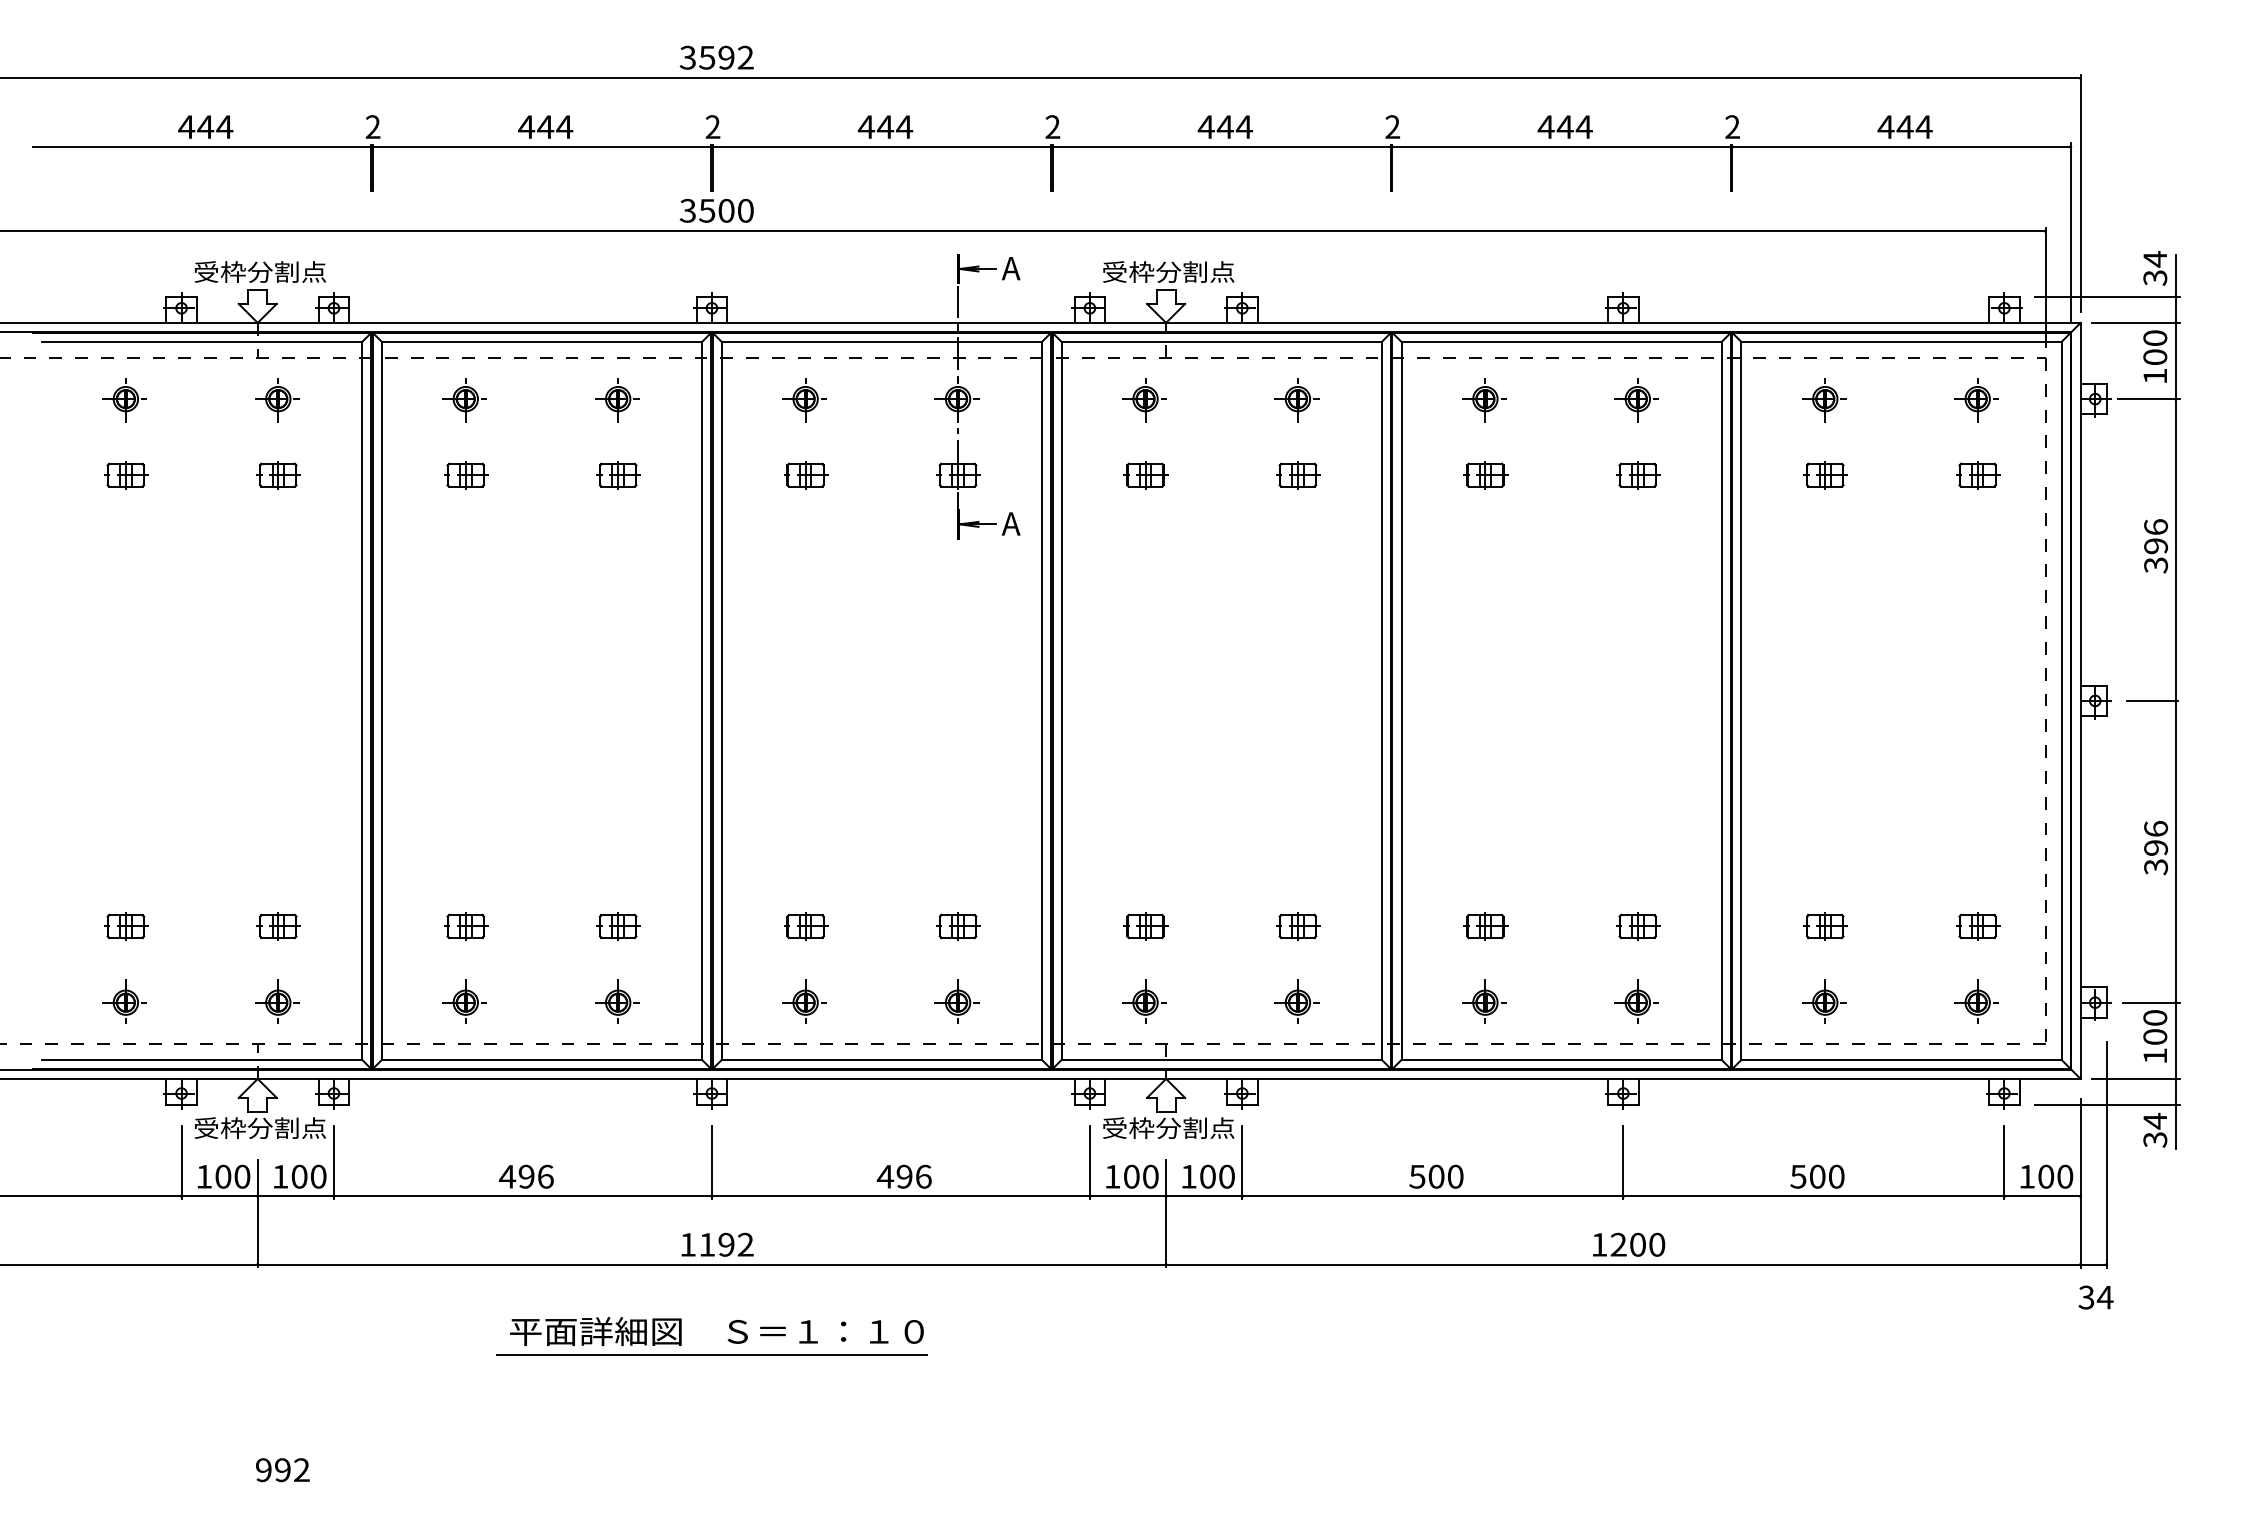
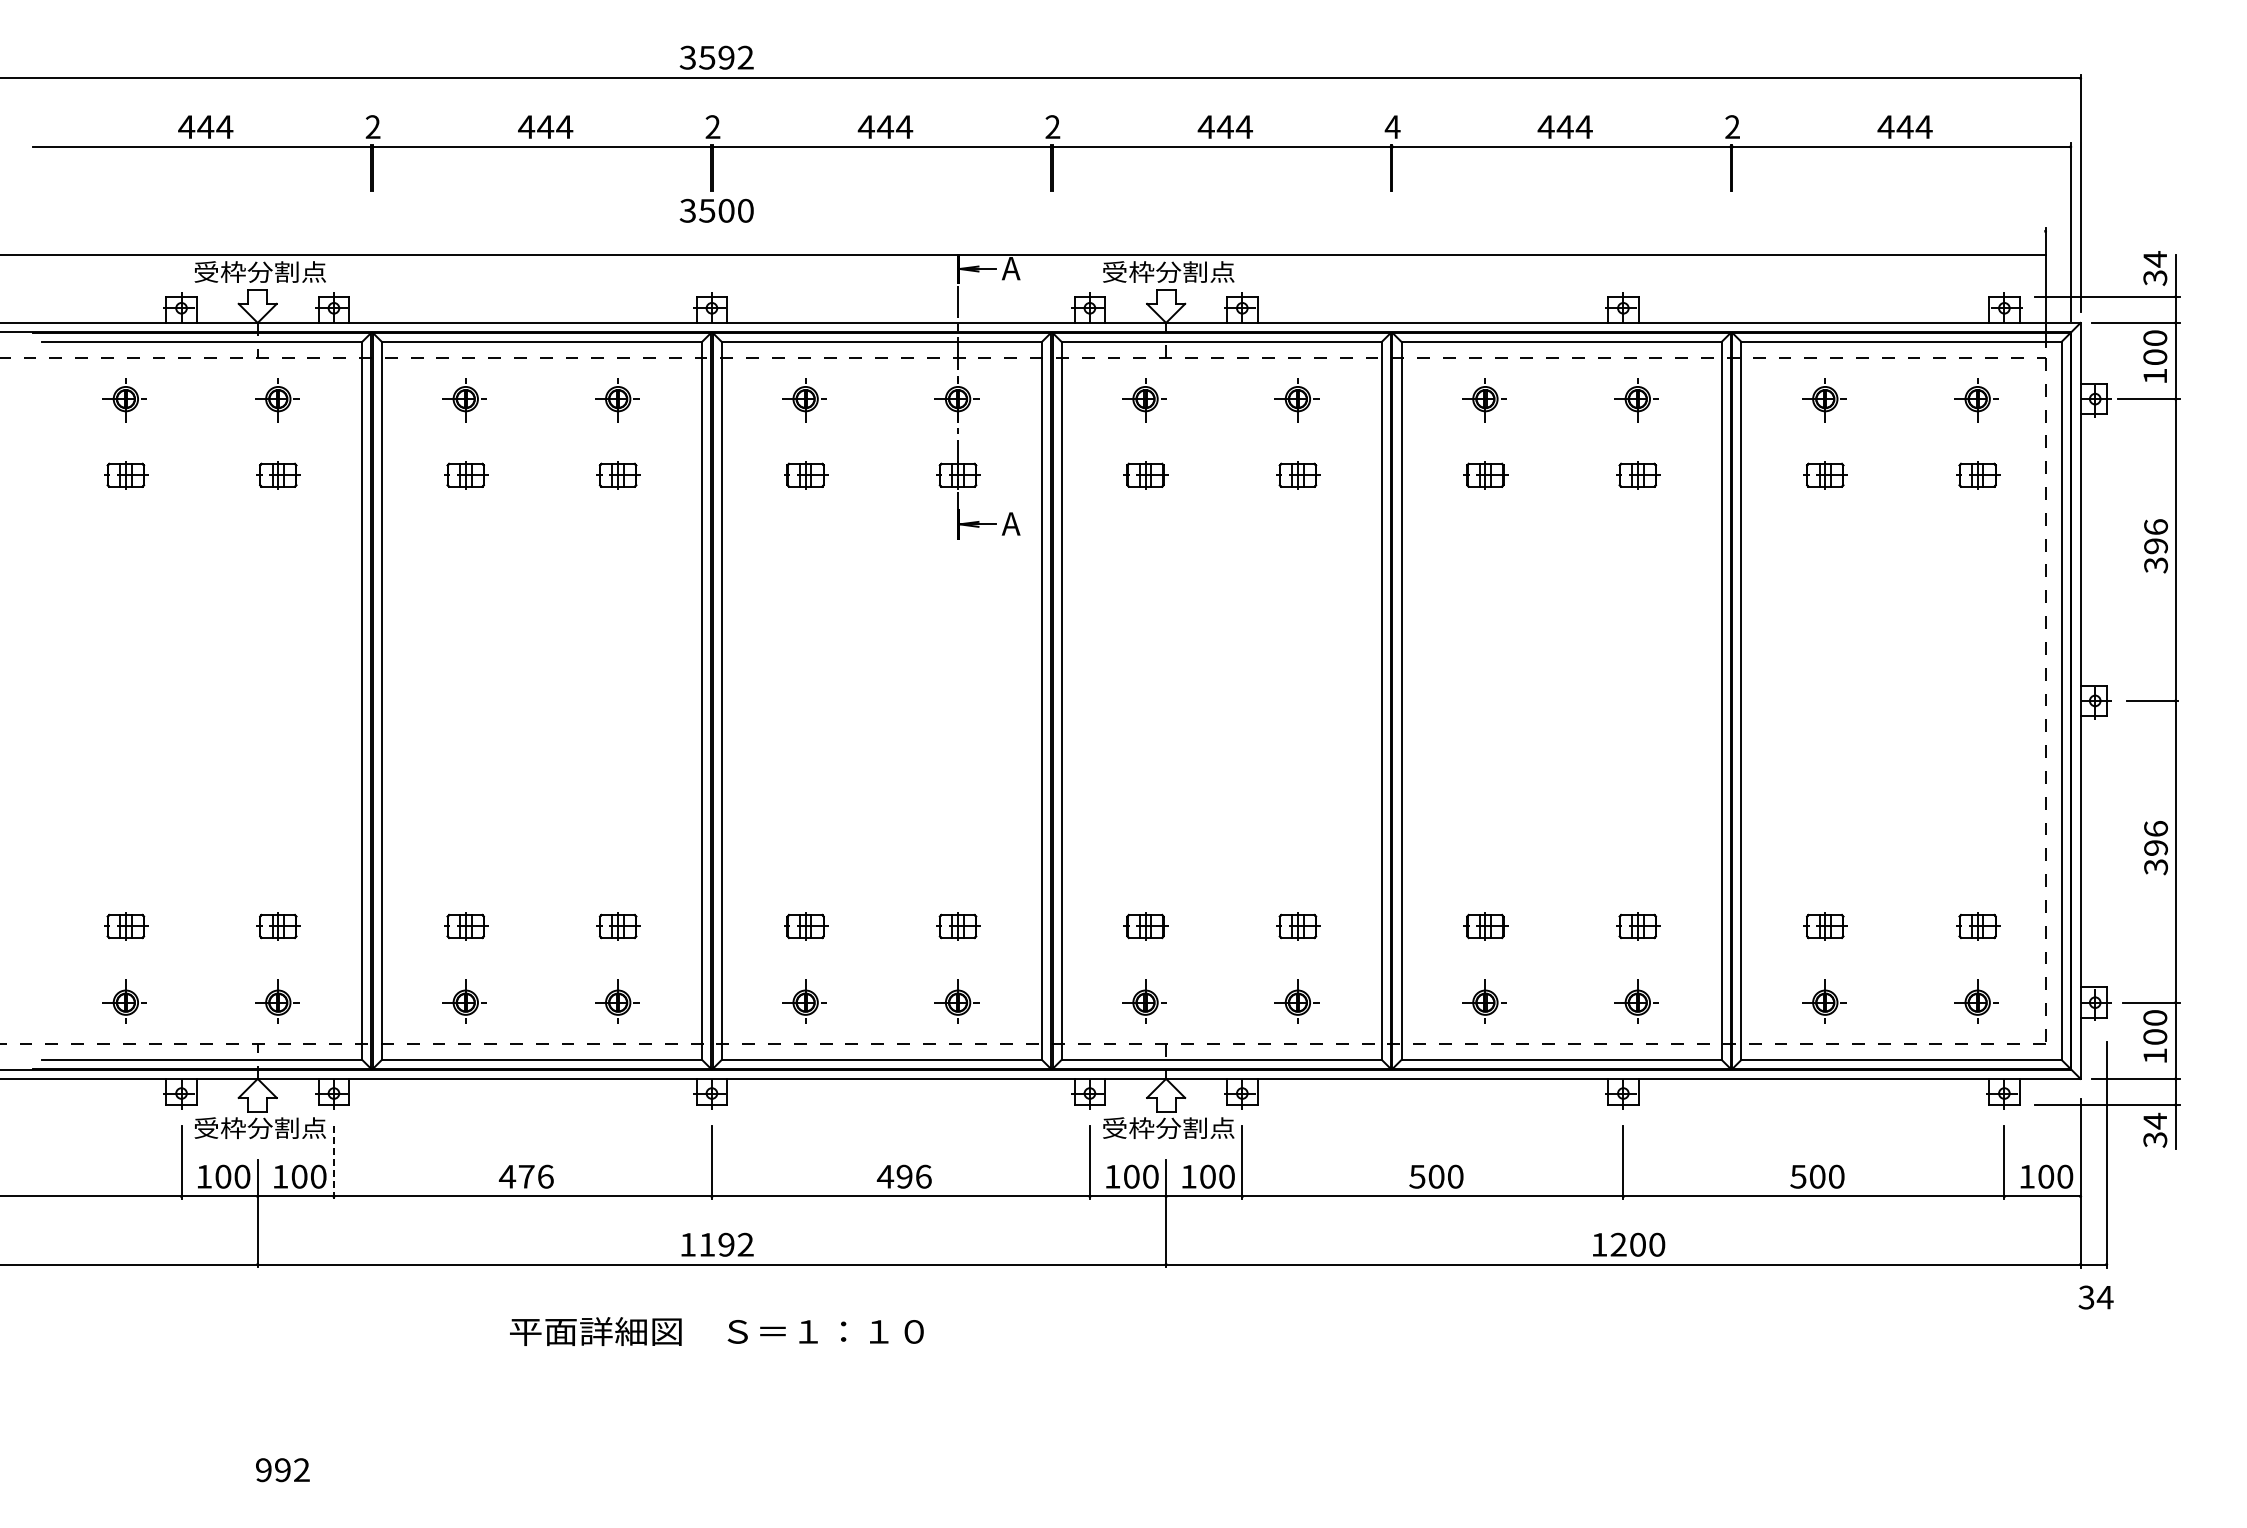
text at (1392, 126): 2 -> 4
line at (1023, 231) position: (1023, 231) -> (1023, 255)
line at (333, 1162): solid -> dashed
text at (526, 1176): 496 -> 476
line at (711, 1355): present -> none
